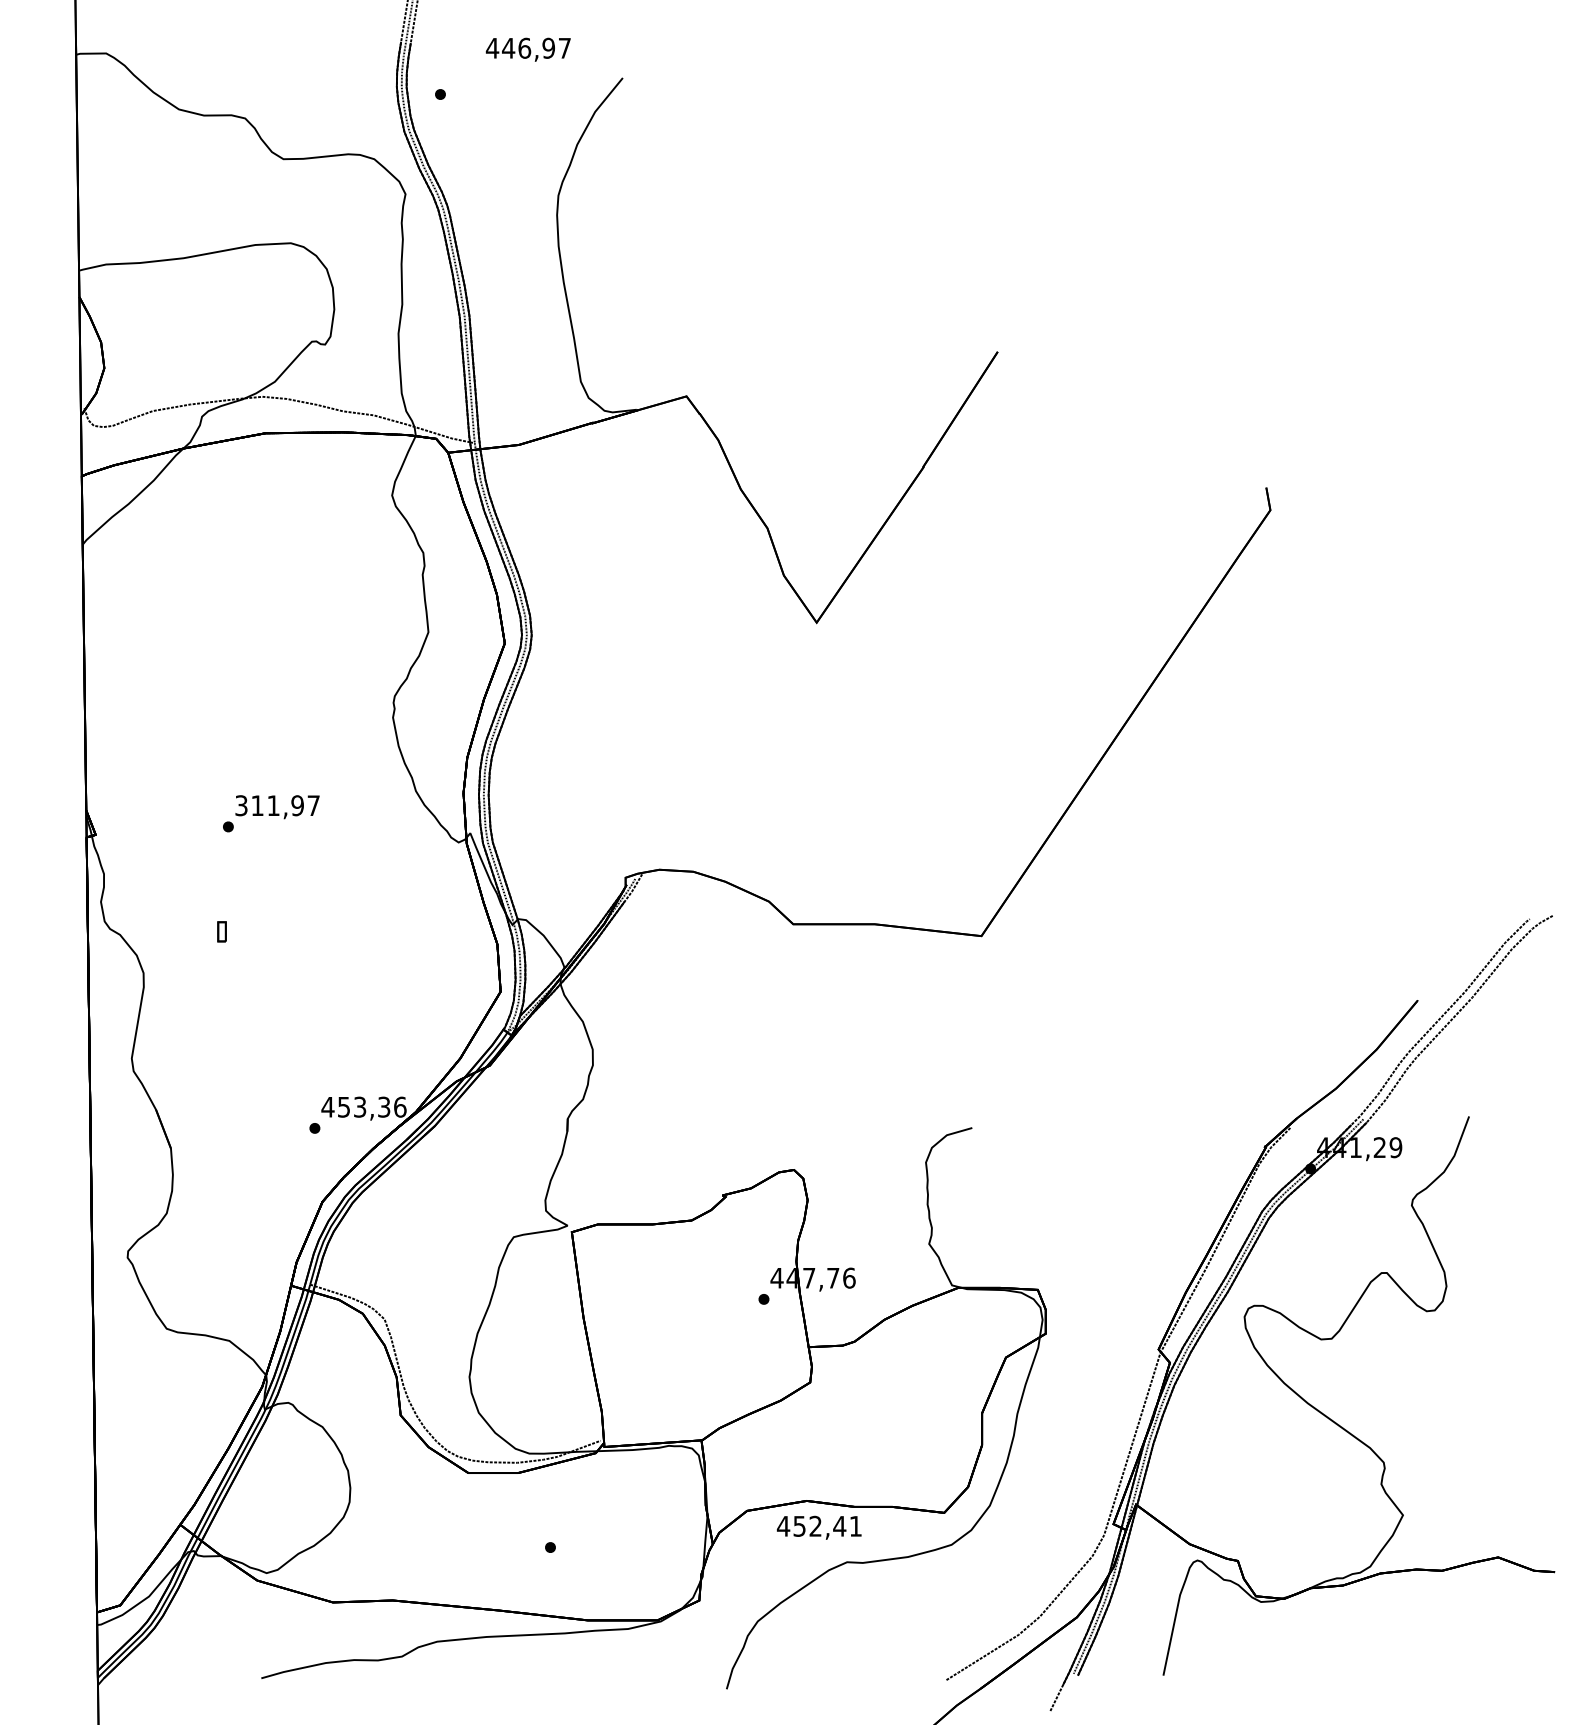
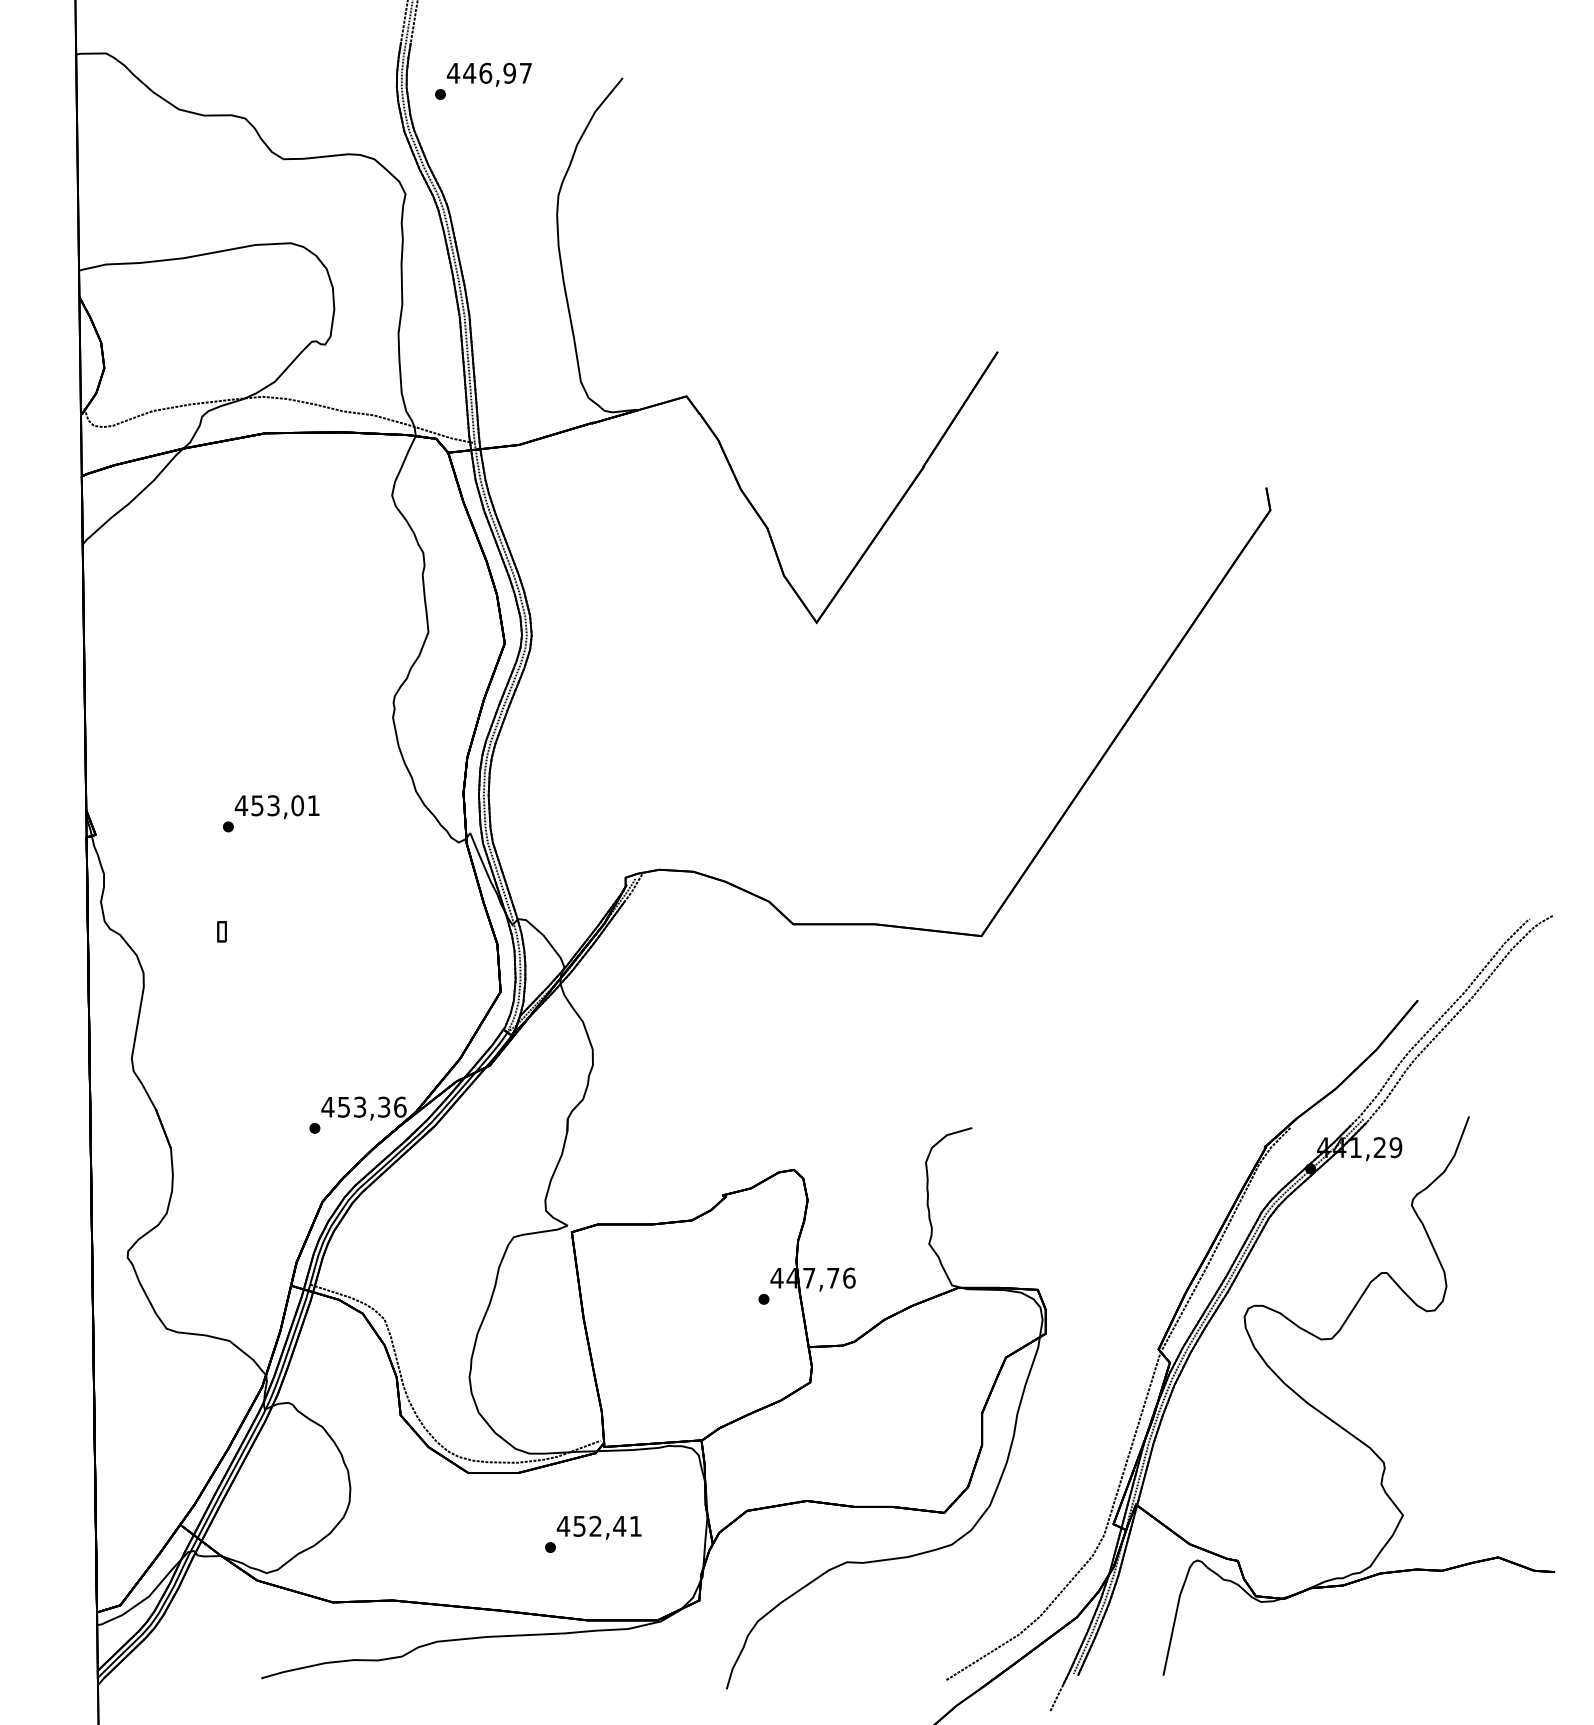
text at (527, 49) position: (527, 49) -> (488, 74)
text at (276, 805): 311,97 -> 453,01
text at (818, 1527) position: (818, 1527) -> (598, 1527)
